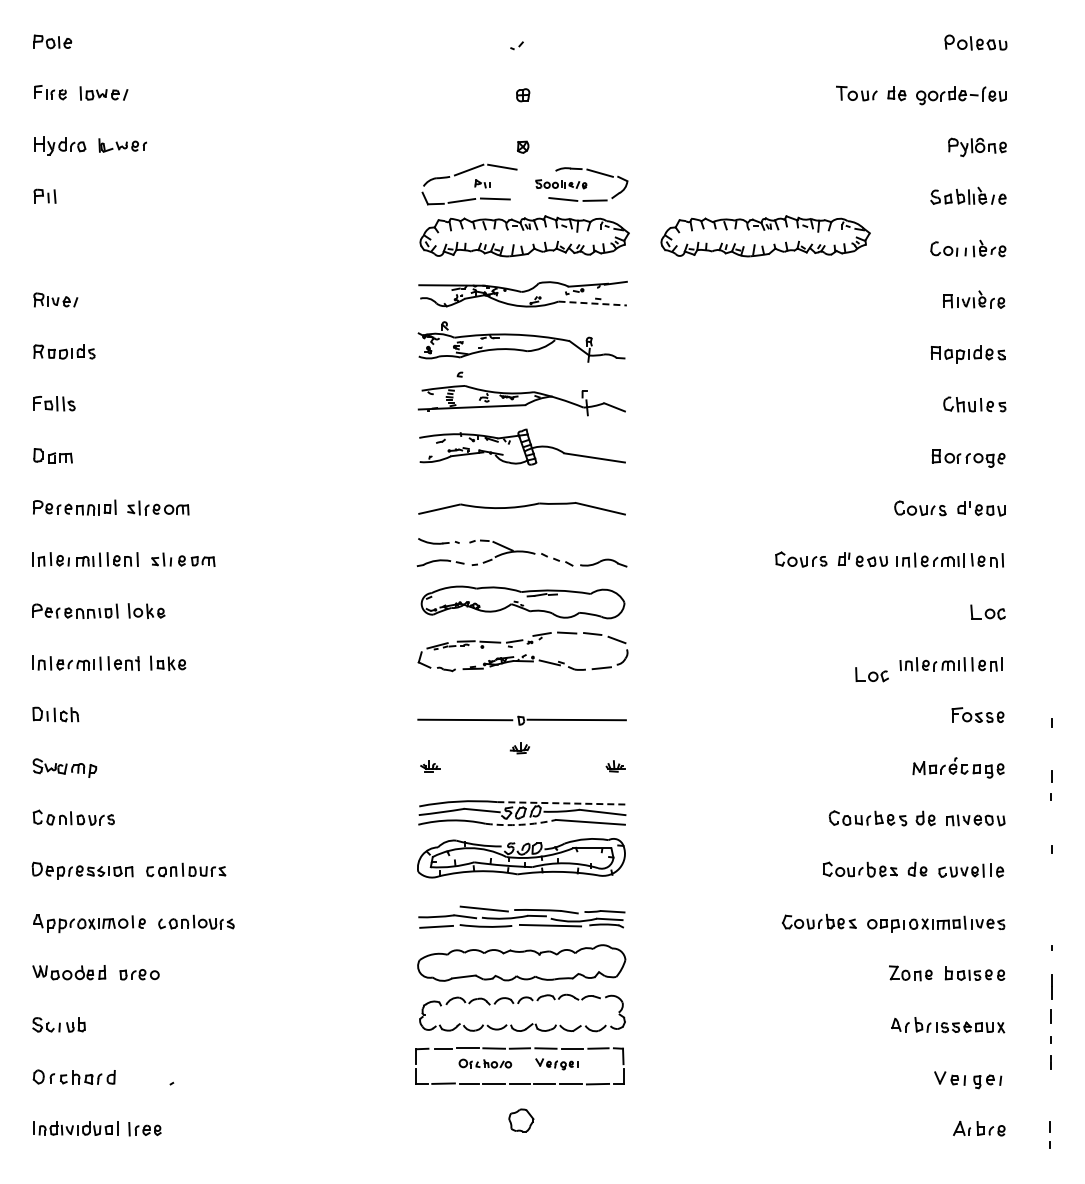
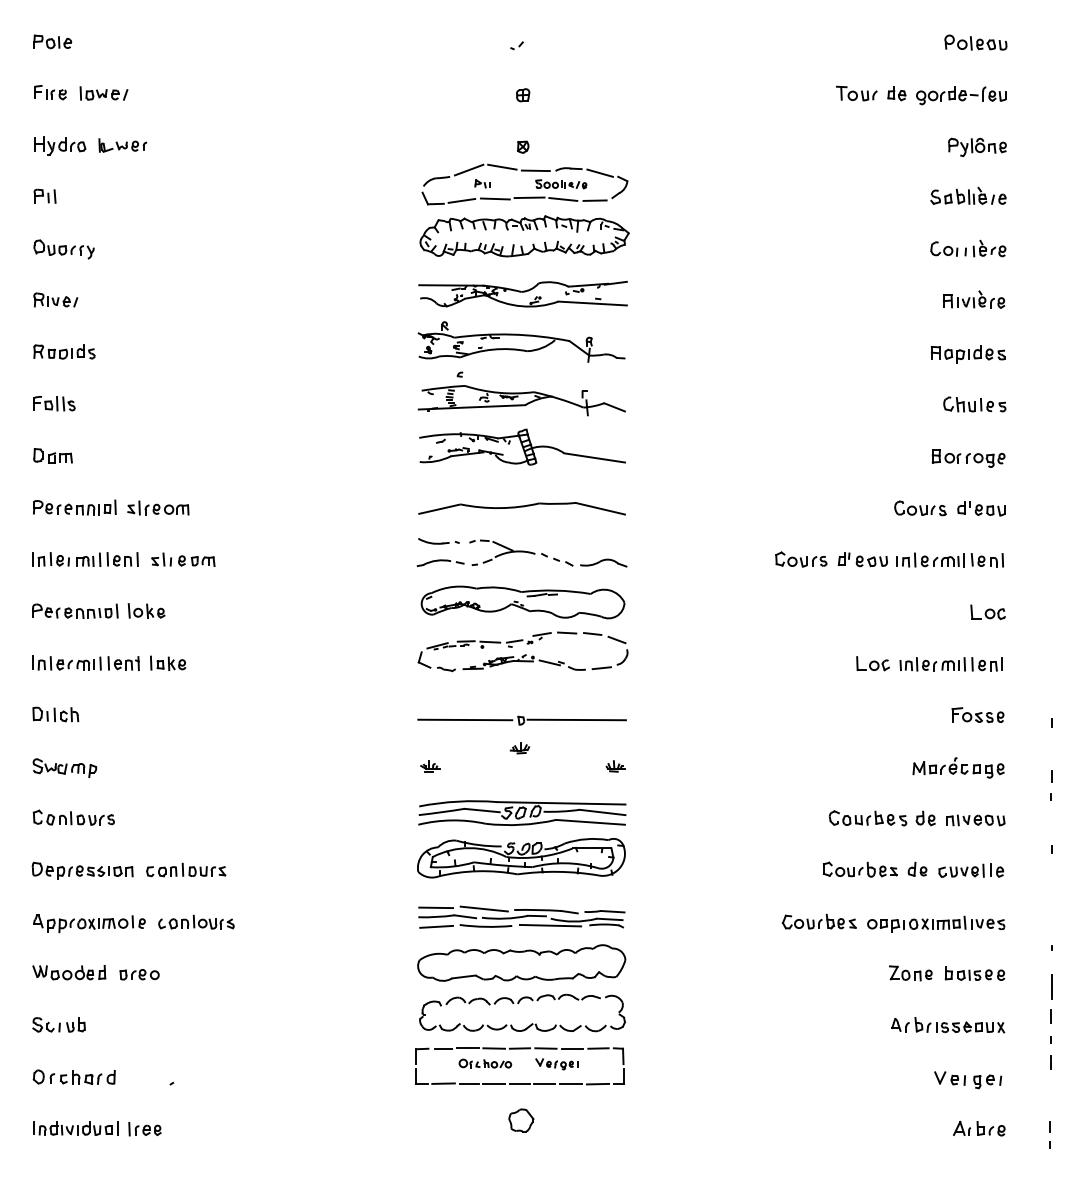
line at (535, 170): none -> present
line at (529, 197): none -> present
part at (765, 236): present -> none
part at (63, 249): none -> present
line at (593, 303): dashed -> solid
part at (871, 674) position: (871, 674) -> (872, 663)
line at (561, 803): dashed -> solid
arc at (521, 824): dashed -> solid
line at (435, 907): none -> present
